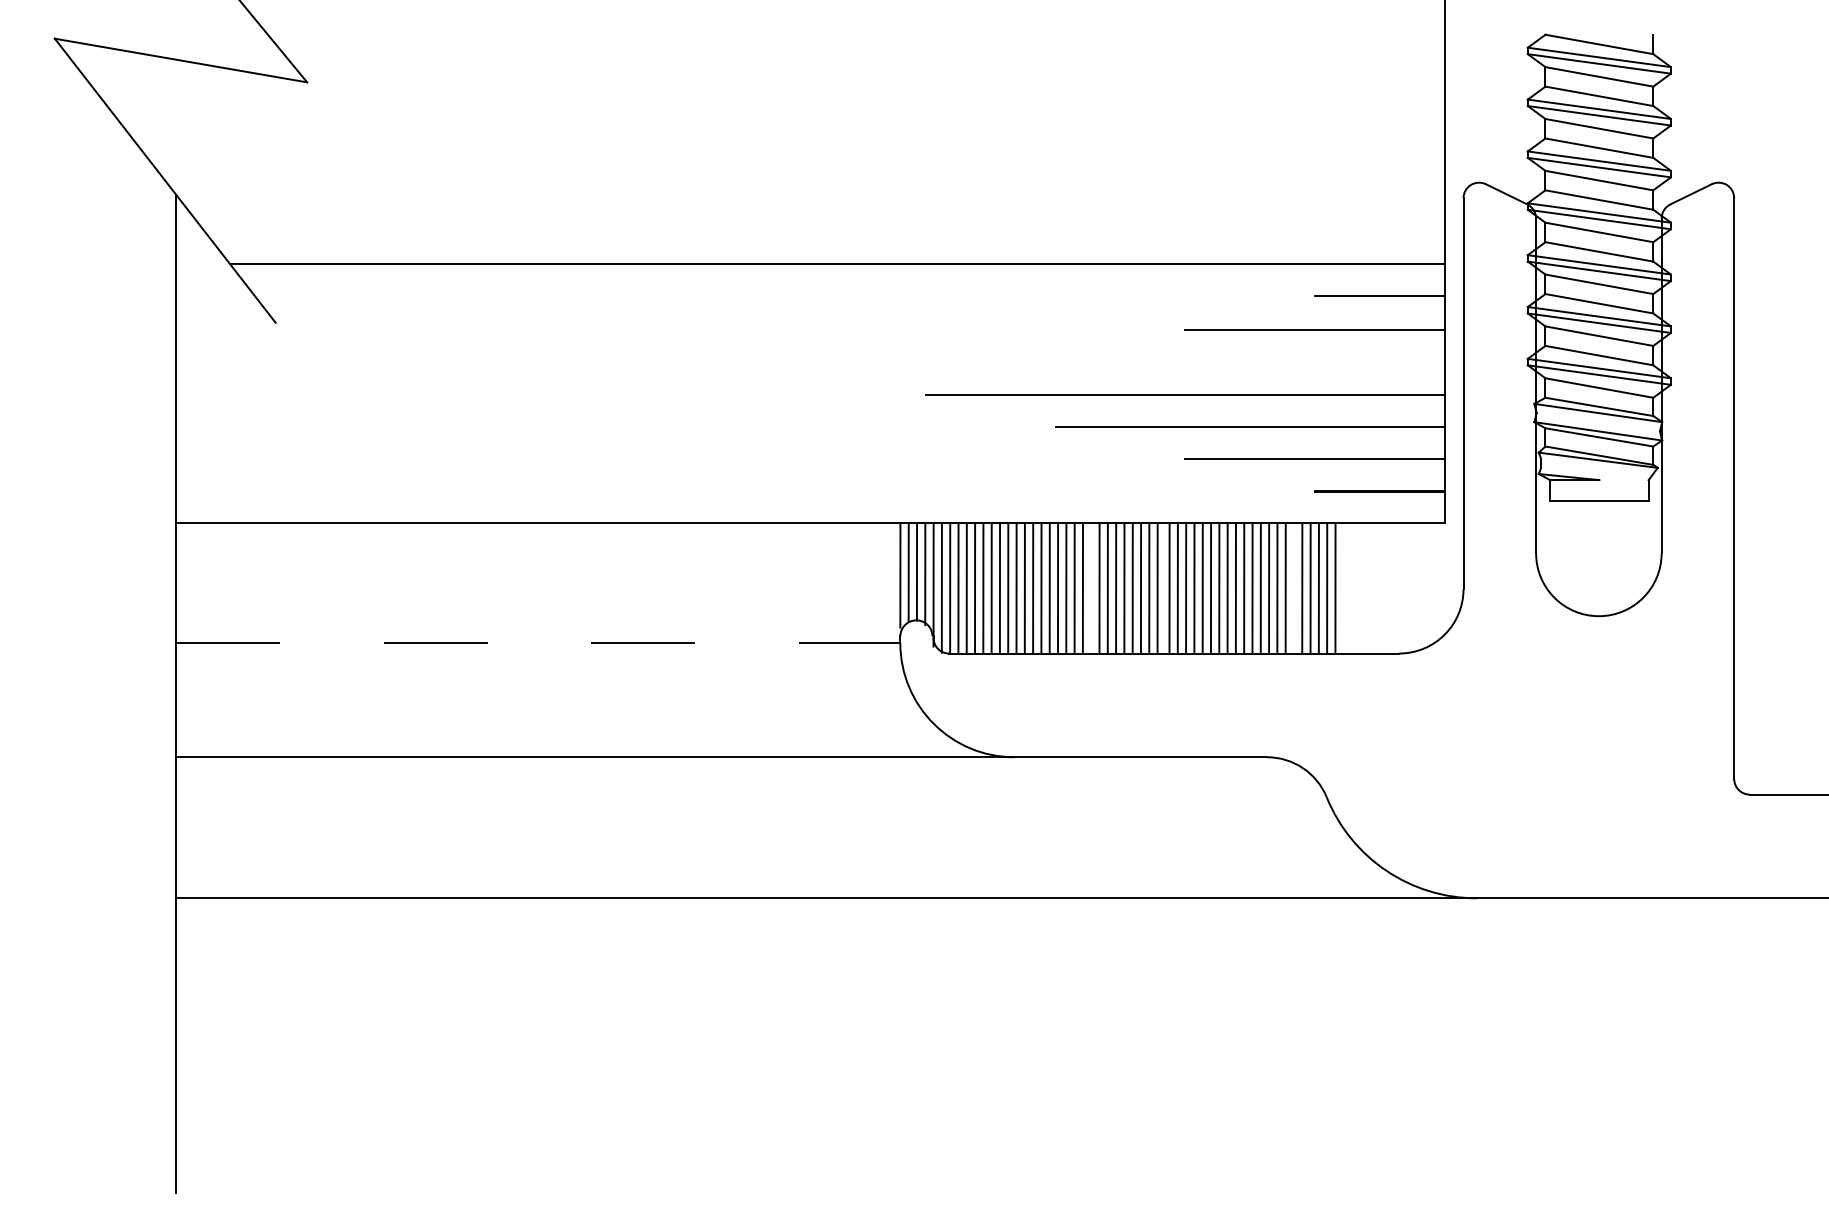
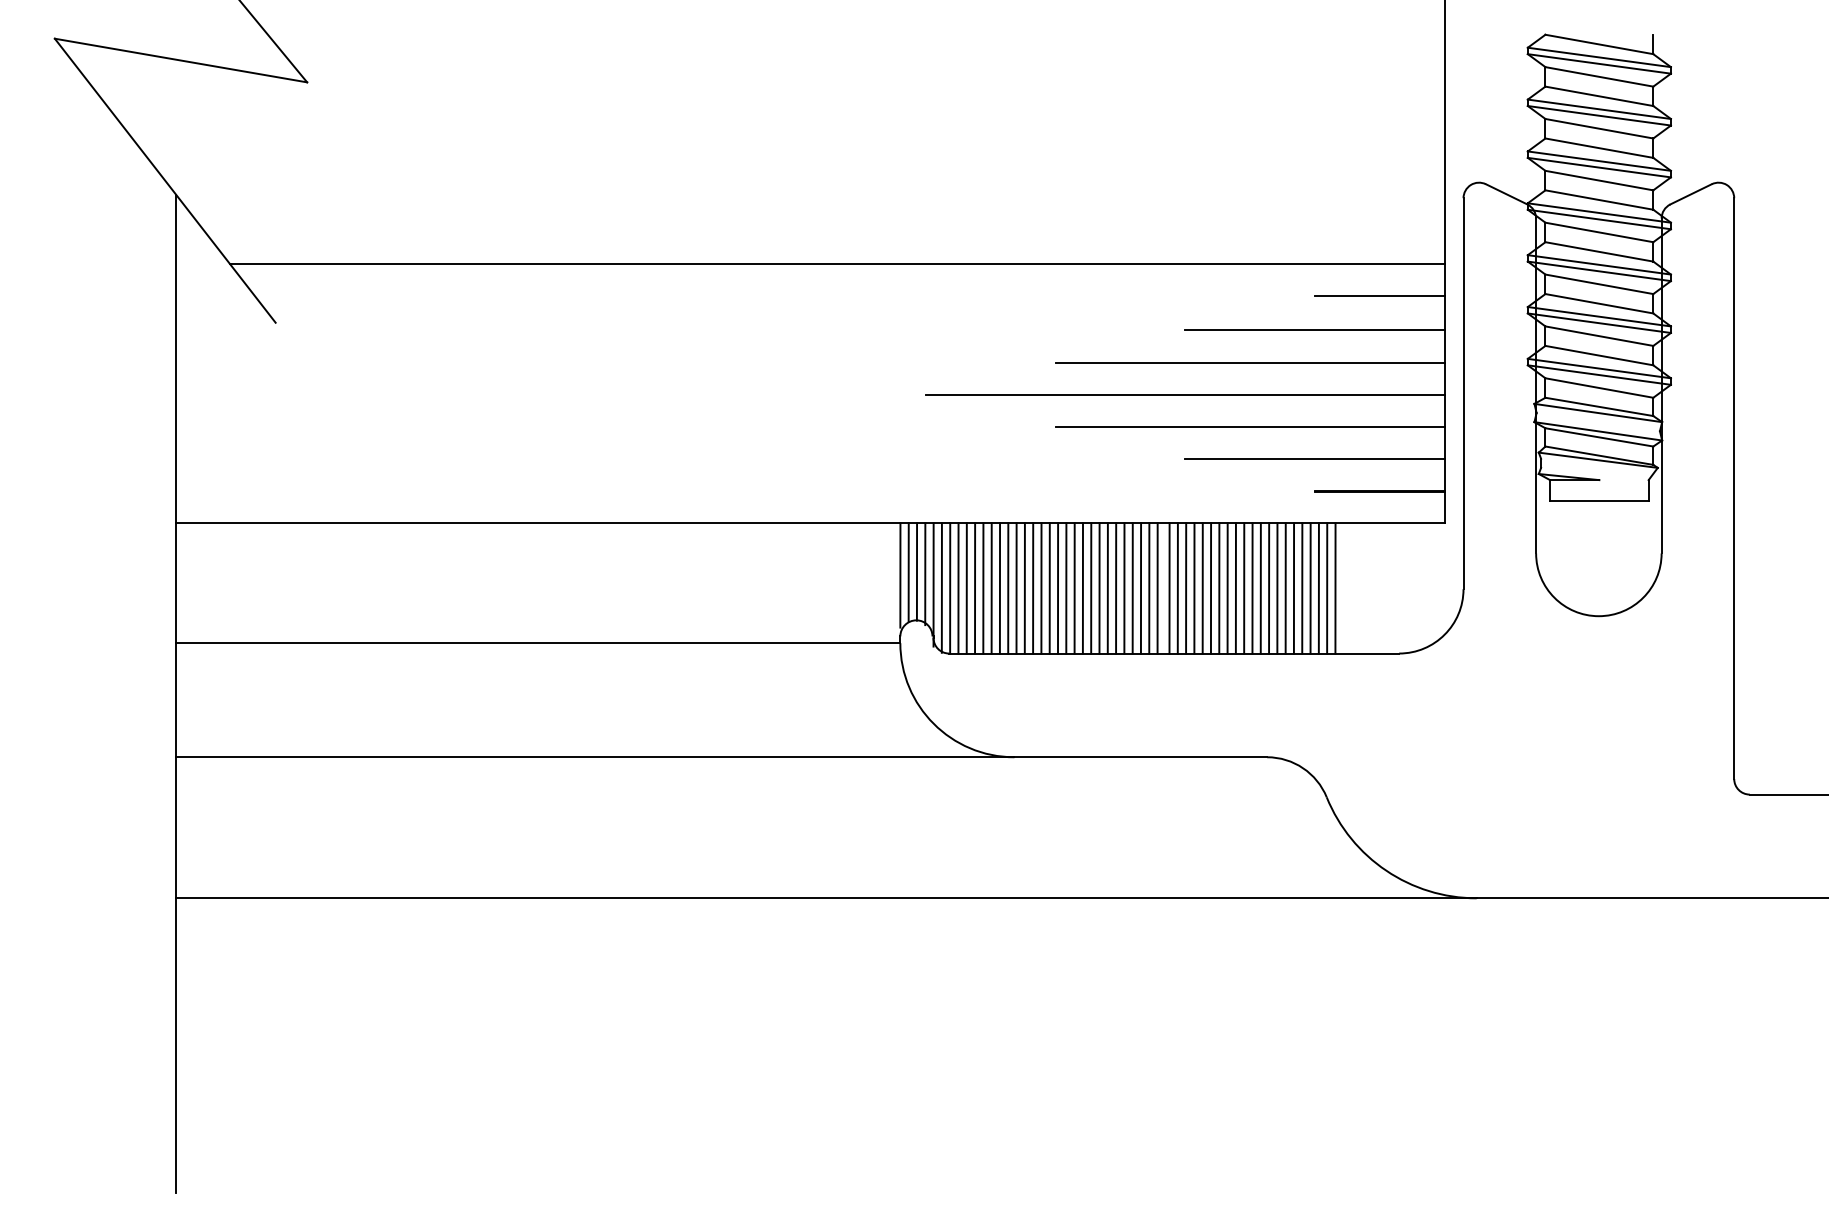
line at (1249, 362): none -> present
line at (1091, 588): none -> present
line at (1293, 588): none -> present
line at (538, 643): dashed -> solid
